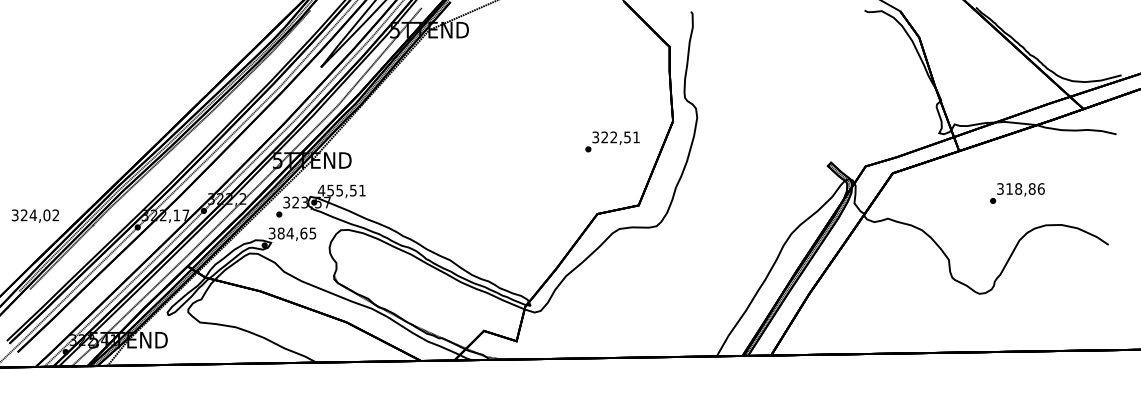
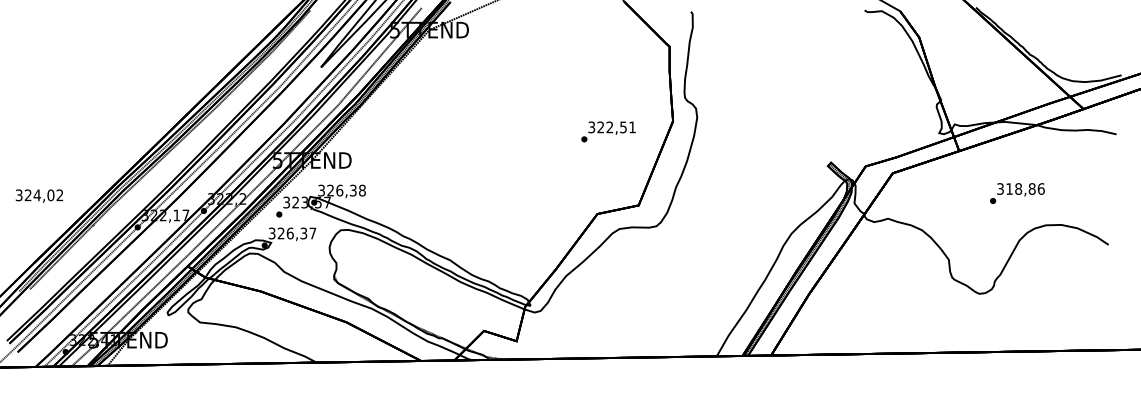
text at (612, 141) position: (612, 141) -> (608, 131)
text at (341, 190): 455,51 -> 326,38
text at (35, 215) position: (35, 215) -> (39, 195)
text at (296, 233): 384,65 -> 326,37
